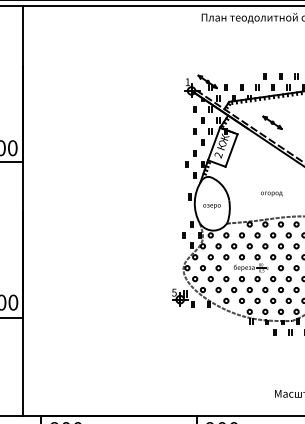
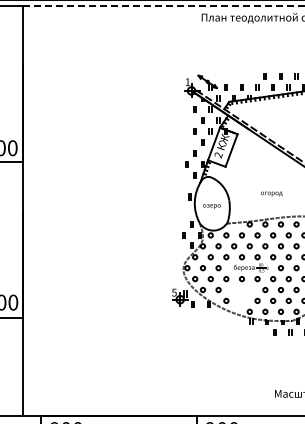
line at (164, 5): solid -> dashed
part at (272, 122): present -> none
part at (241, 295): present -> none
